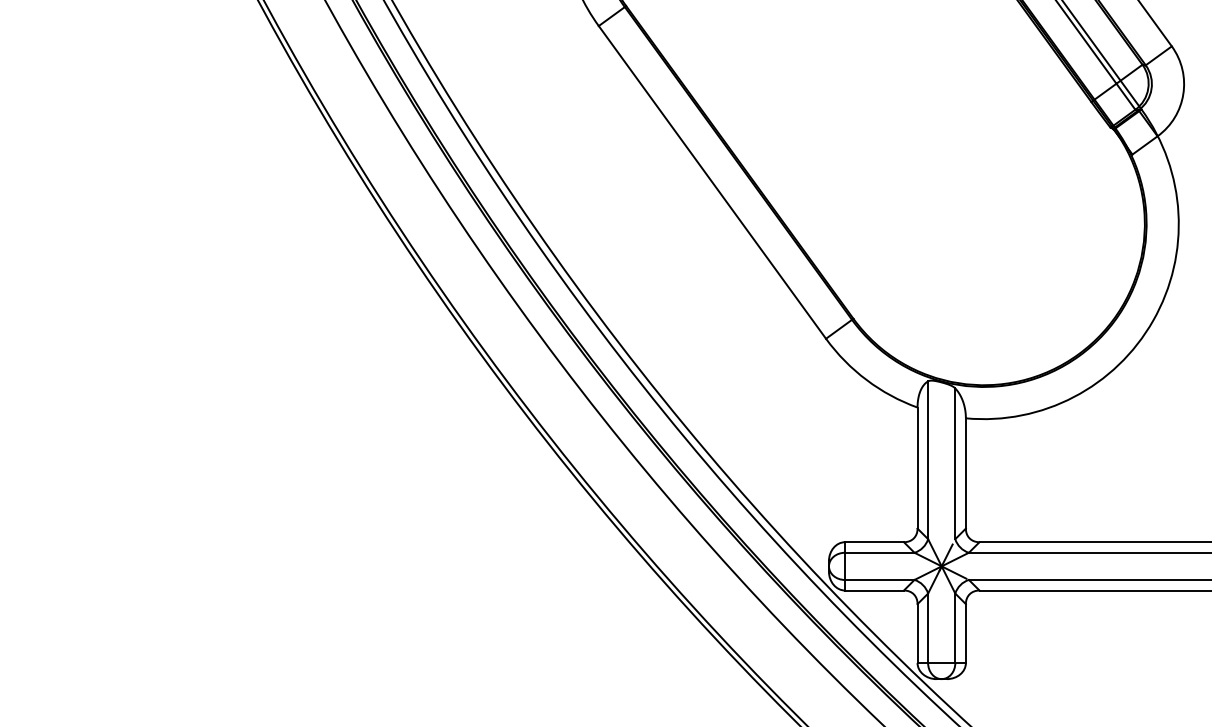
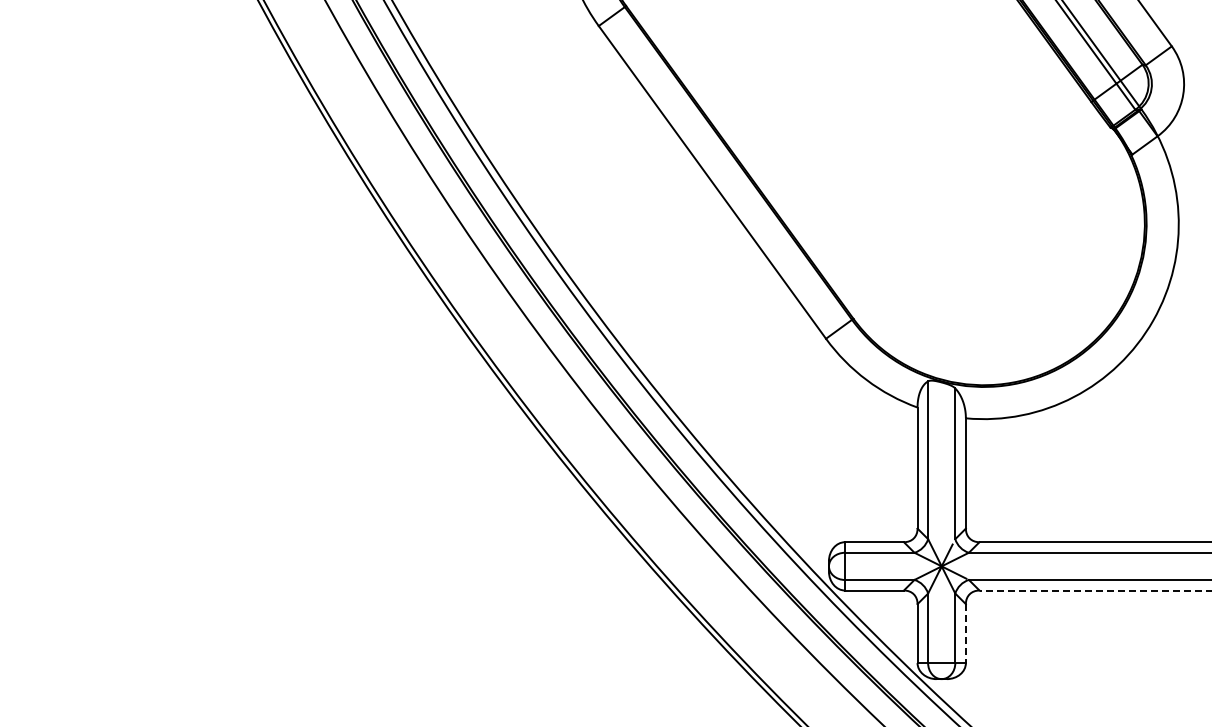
line at (1095, 590): solid -> dashed
line at (965, 634): solid -> dashed
